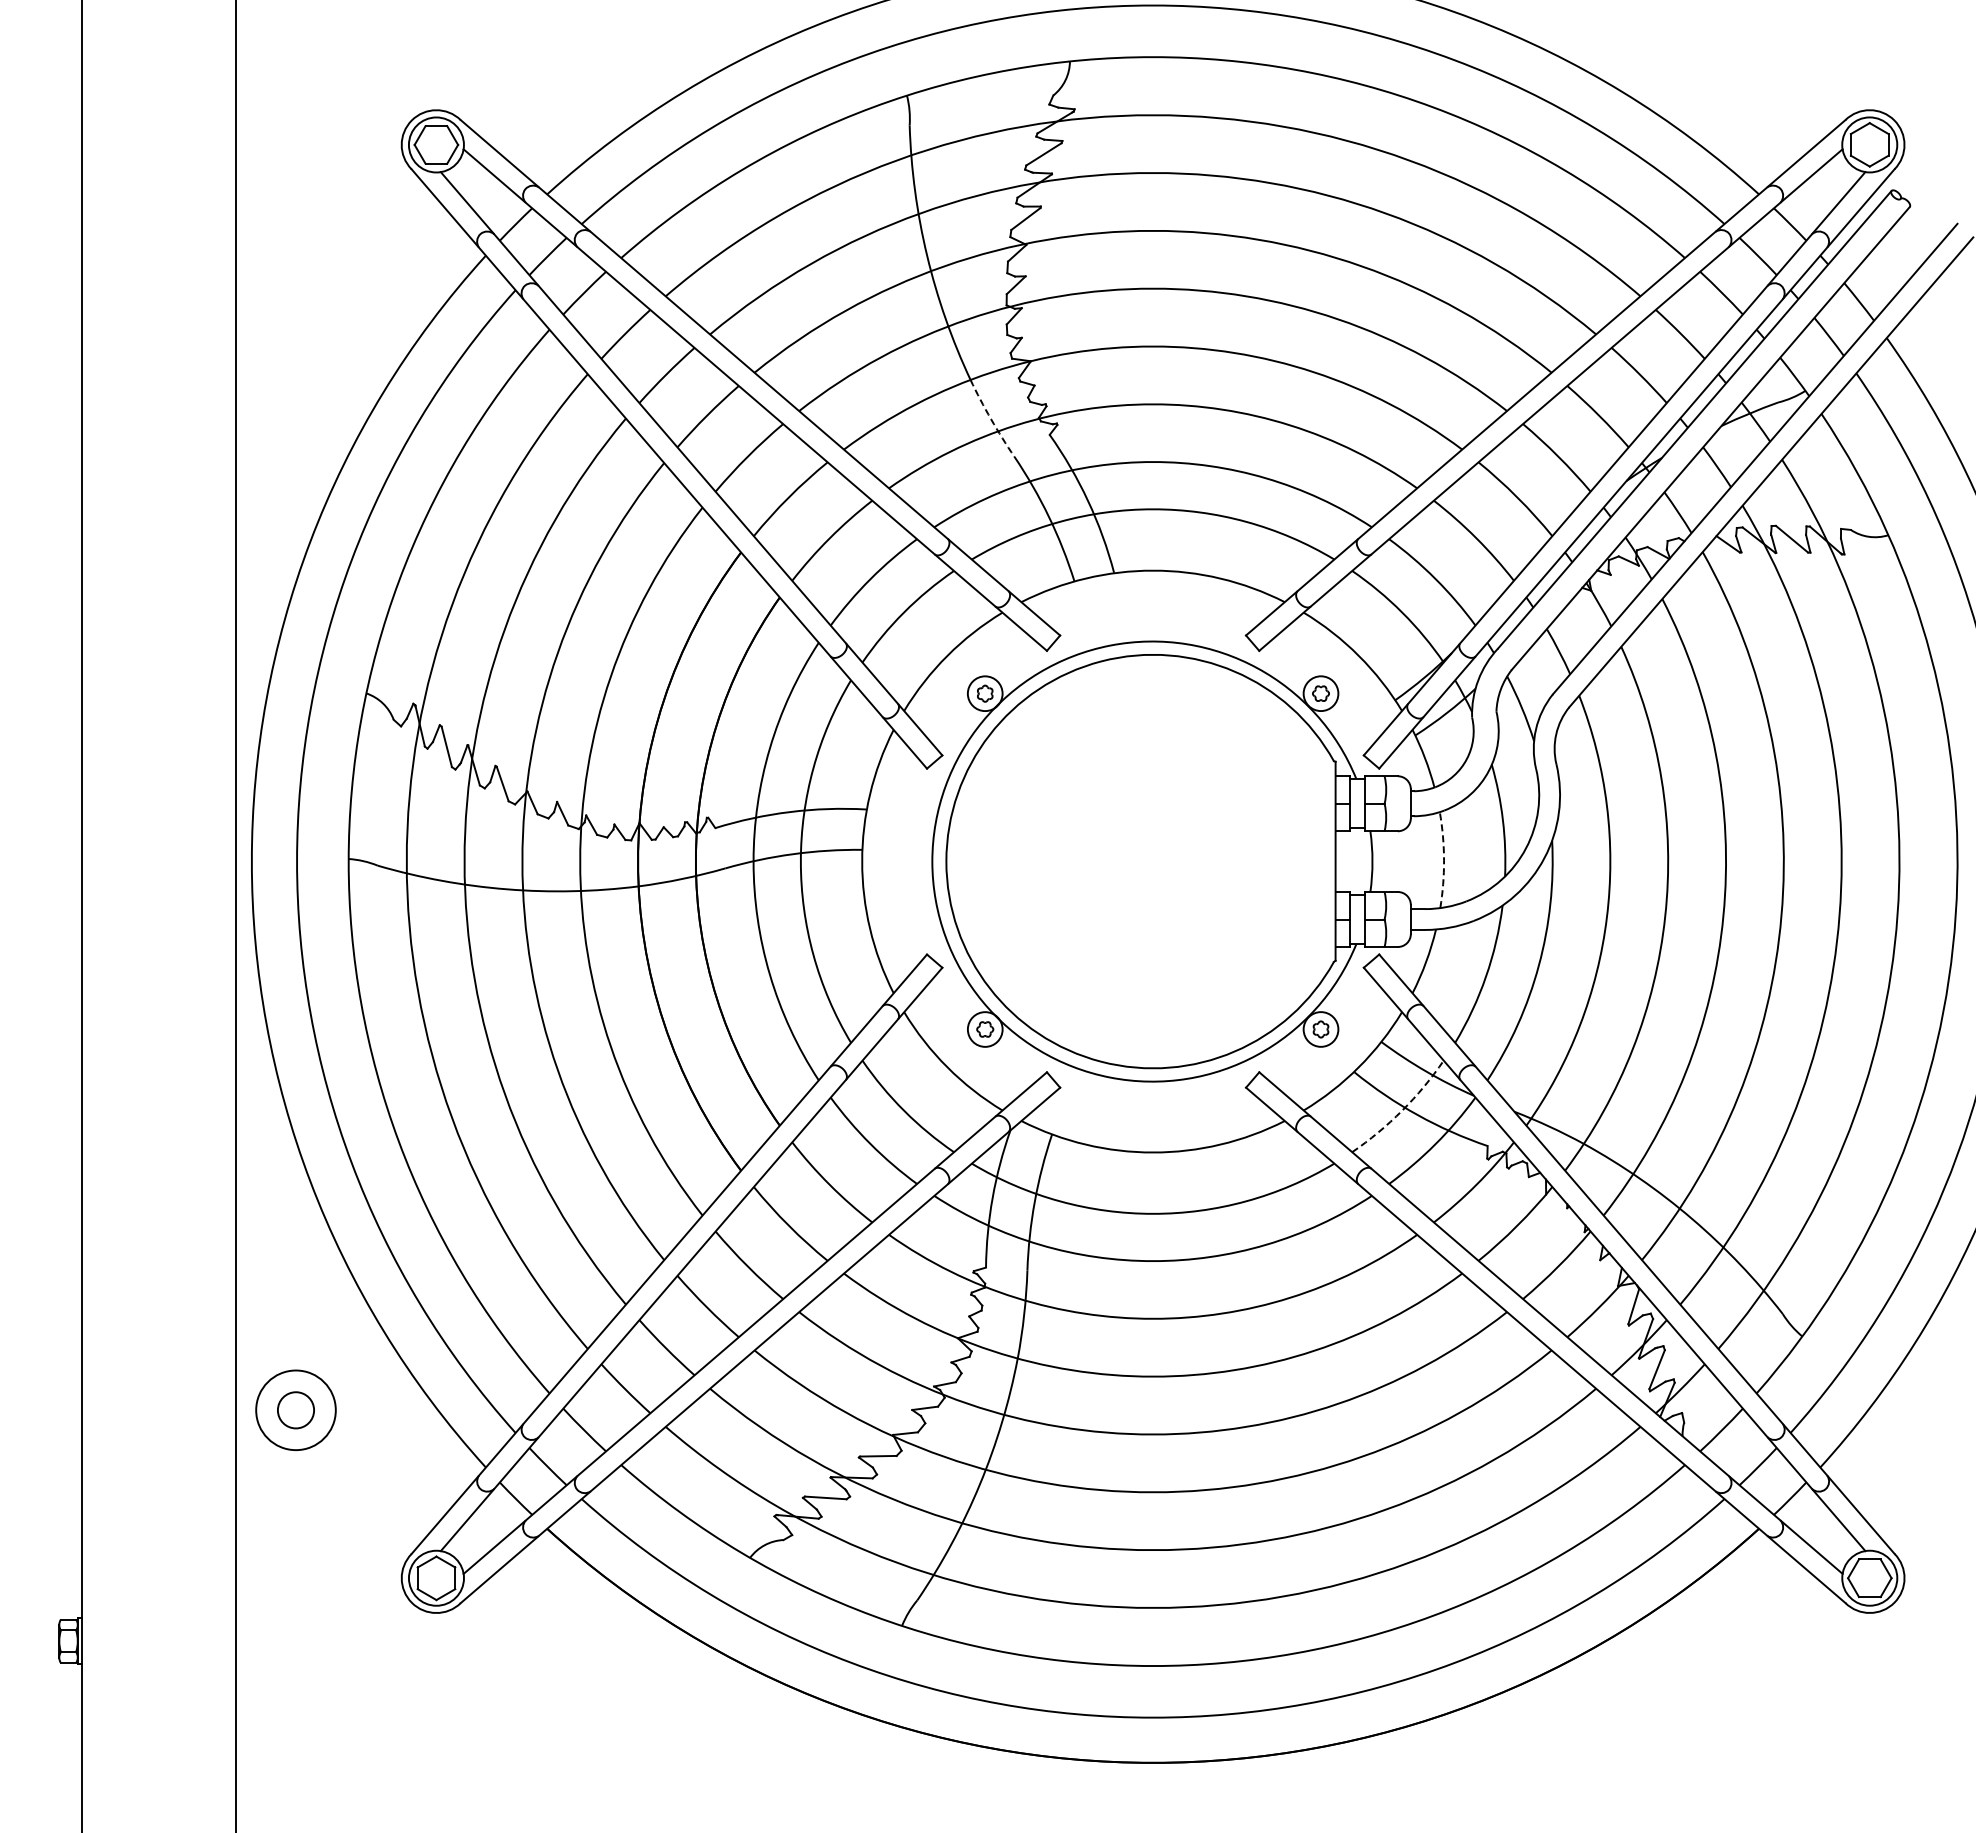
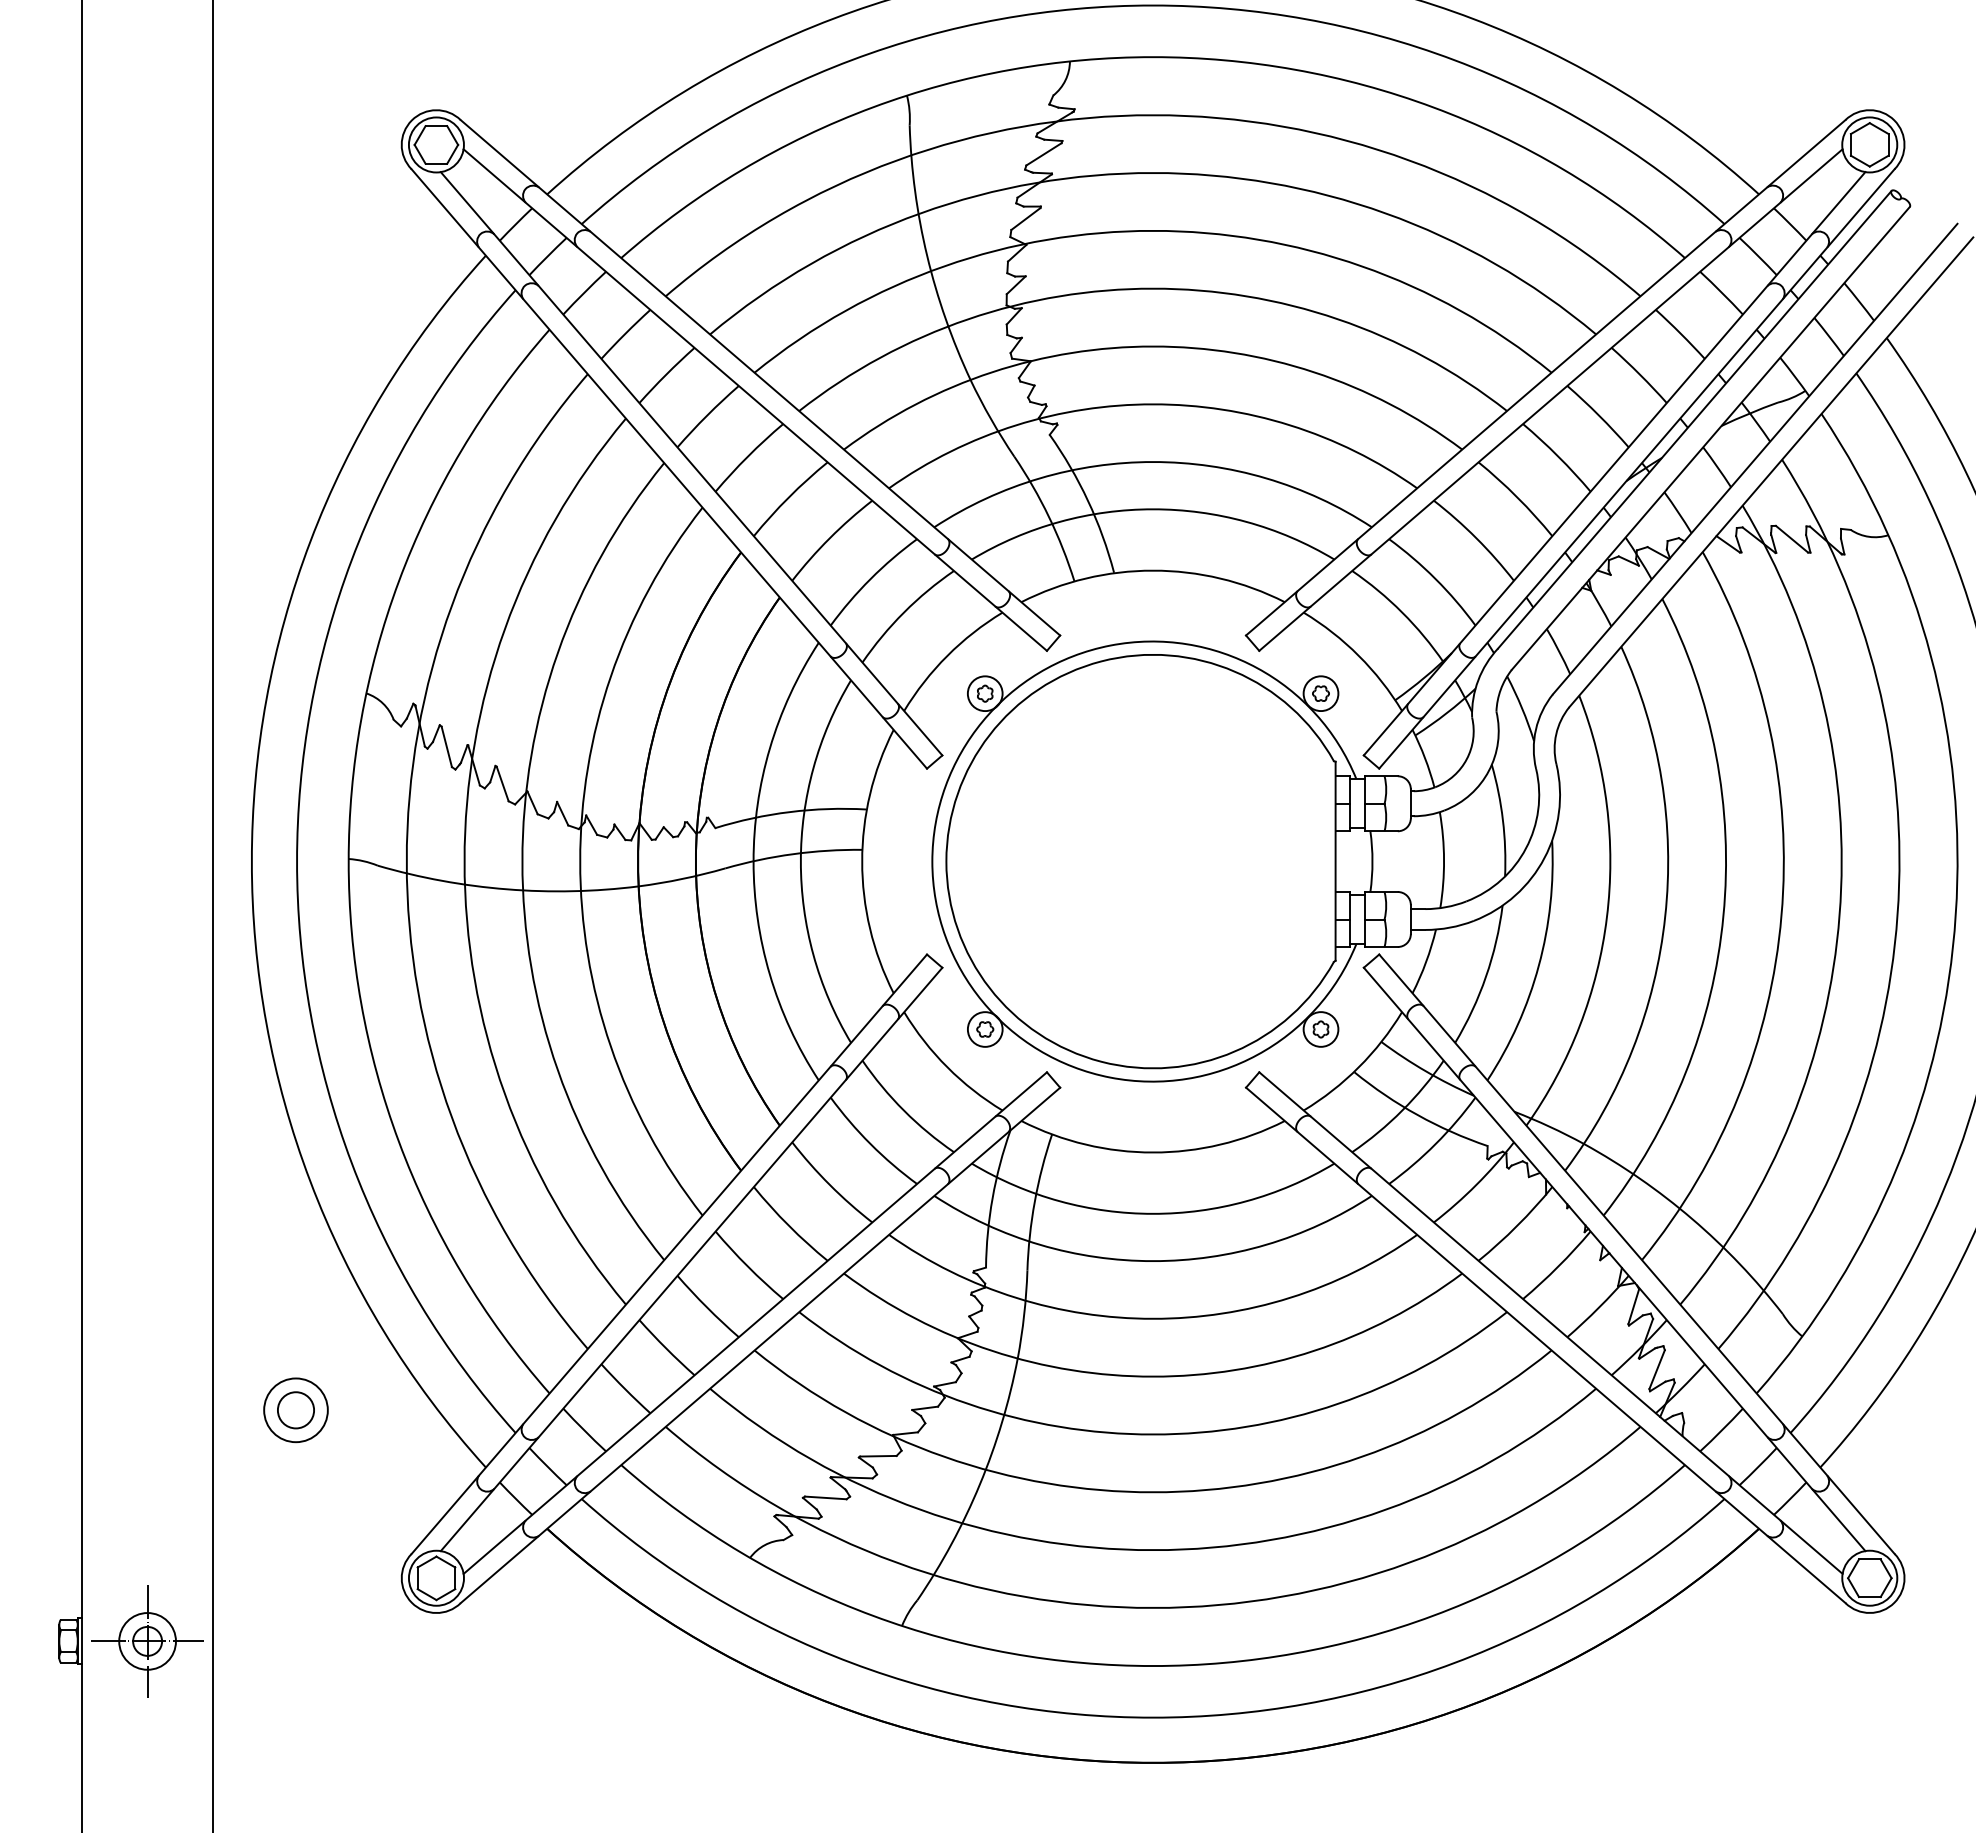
arc at (991, 419): dashed -> solid
arc at (1444, 860): dashed -> solid
line at (236, 915) position: (236, 915) -> (213, 915)
arc at (1402, 1110): dashed -> solid
circle at (295, 1410) diameter: 80 px -> 64 px
part at (147, 1641): none -> present
